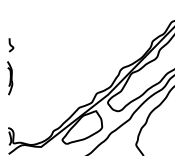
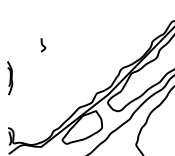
curve at (11, 45) position: (11, 45) -> (43, 45)
